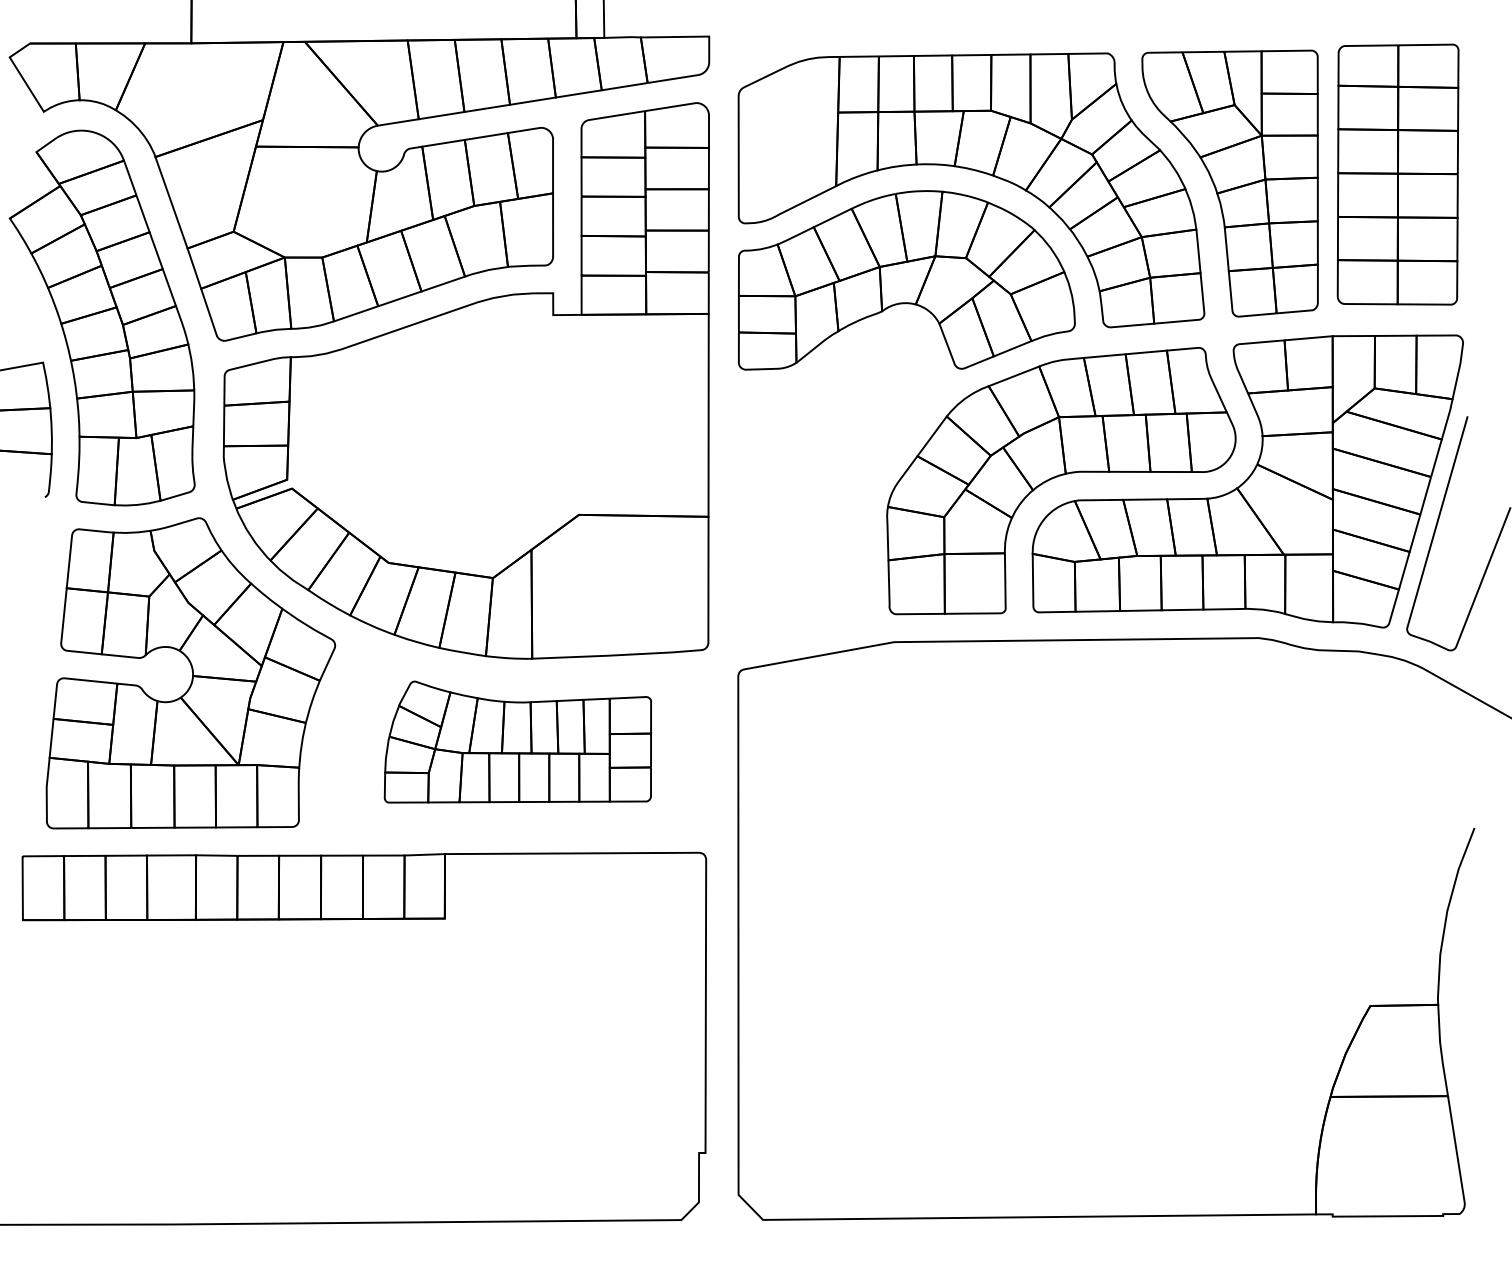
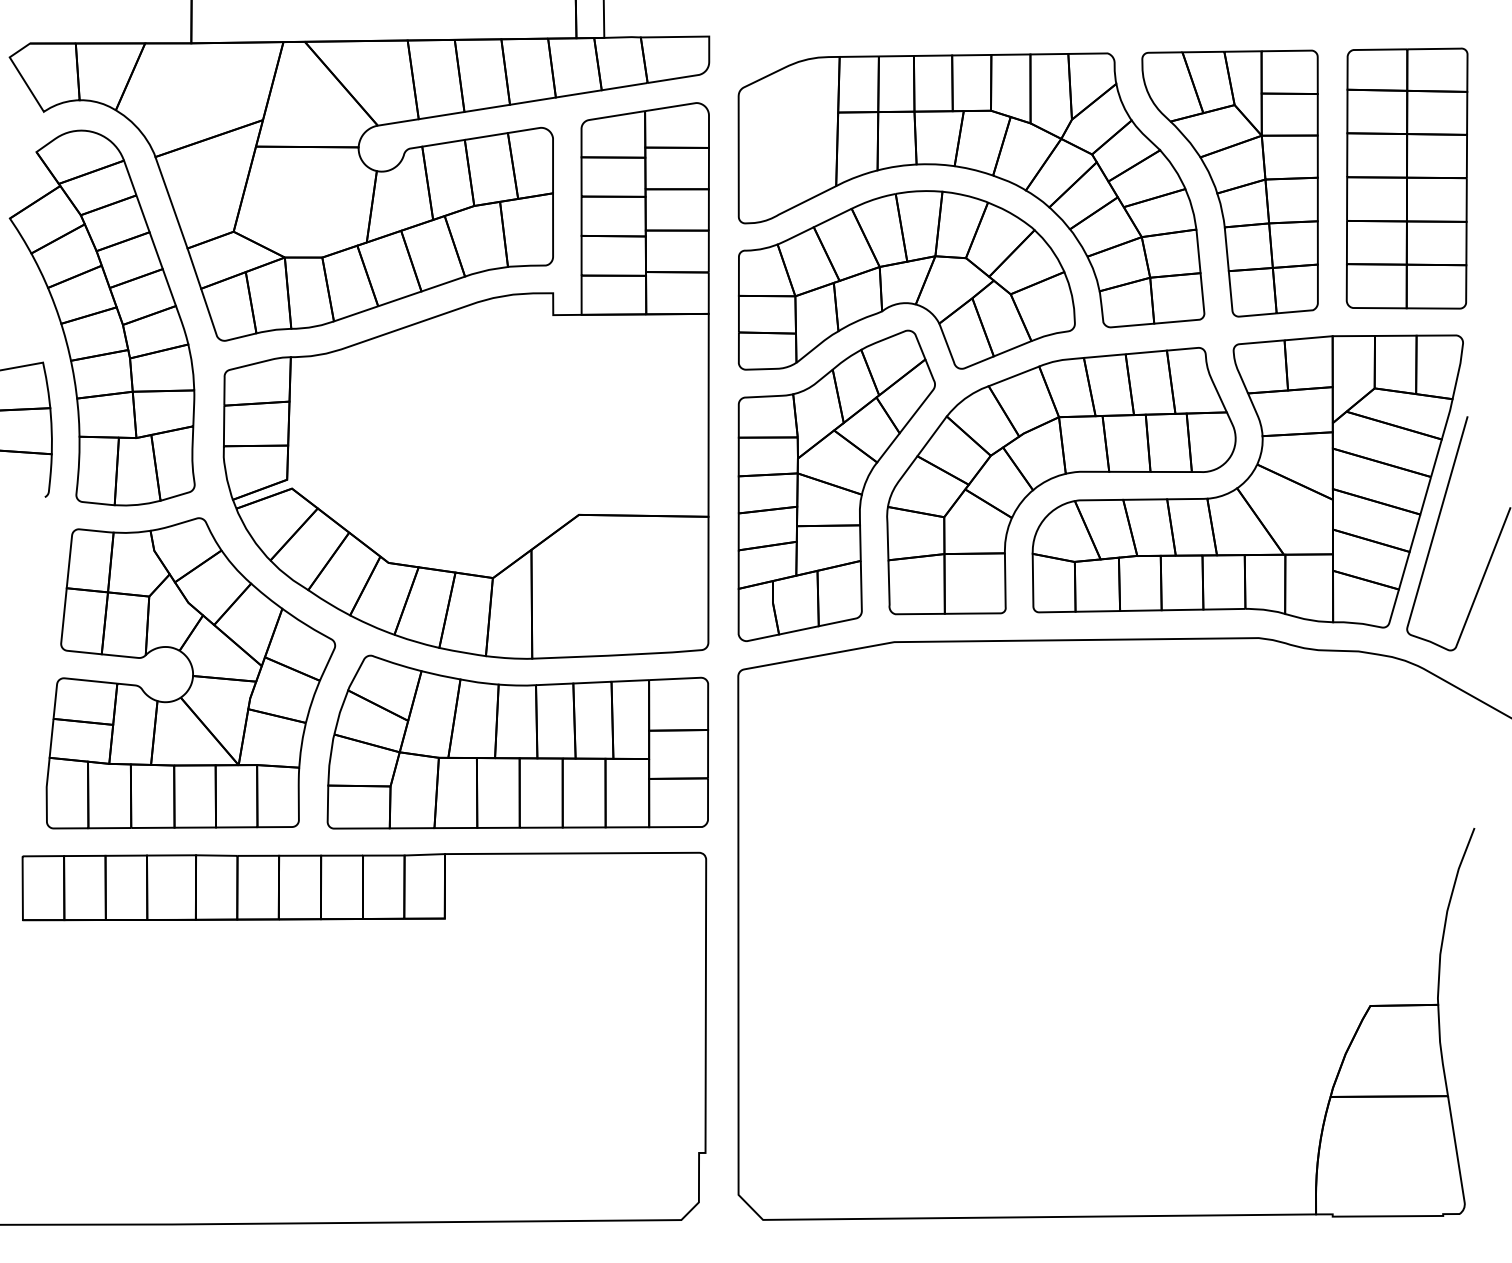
part at (1397, 174) position: (1397, 174) -> (1406, 178)
part at (836, 485): none -> present
part at (517, 741) size: 269x124 px -> 384x176 px
